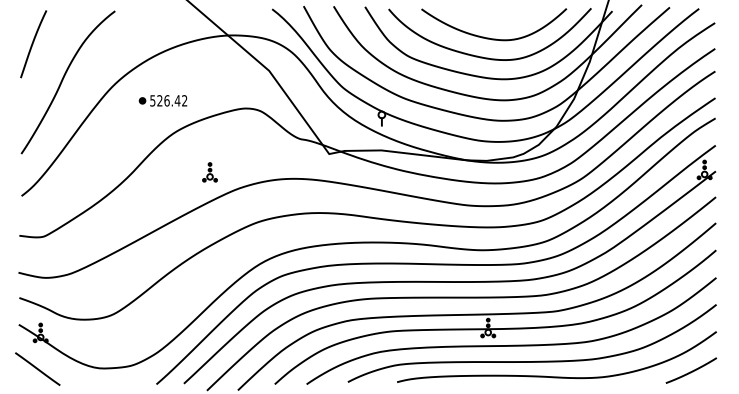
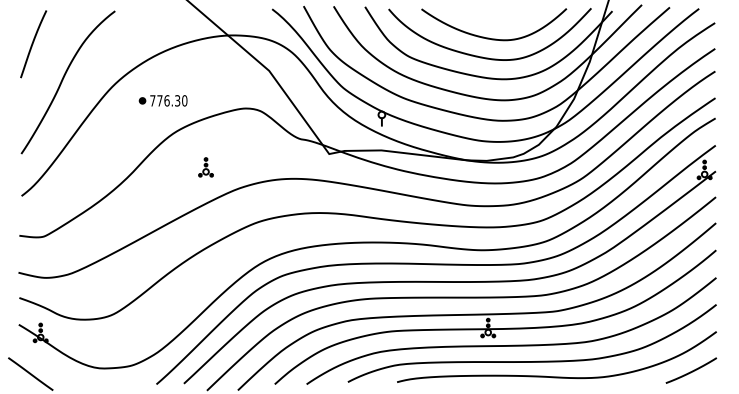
text at (168, 100): 526.42 -> 776.30
part at (209, 172) position: (209, 172) -> (205, 167)
line at (37, 368) position: (37, 368) -> (30, 373)
